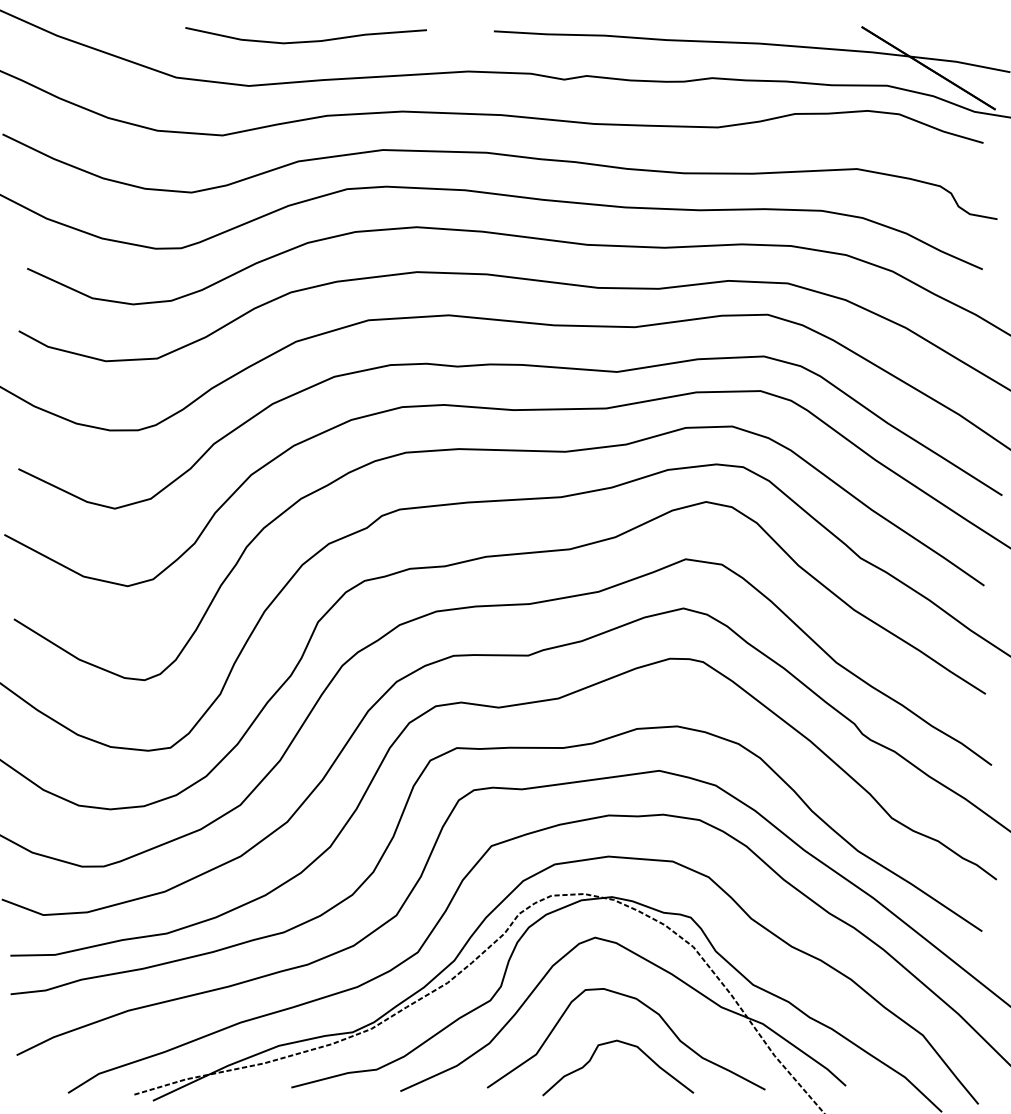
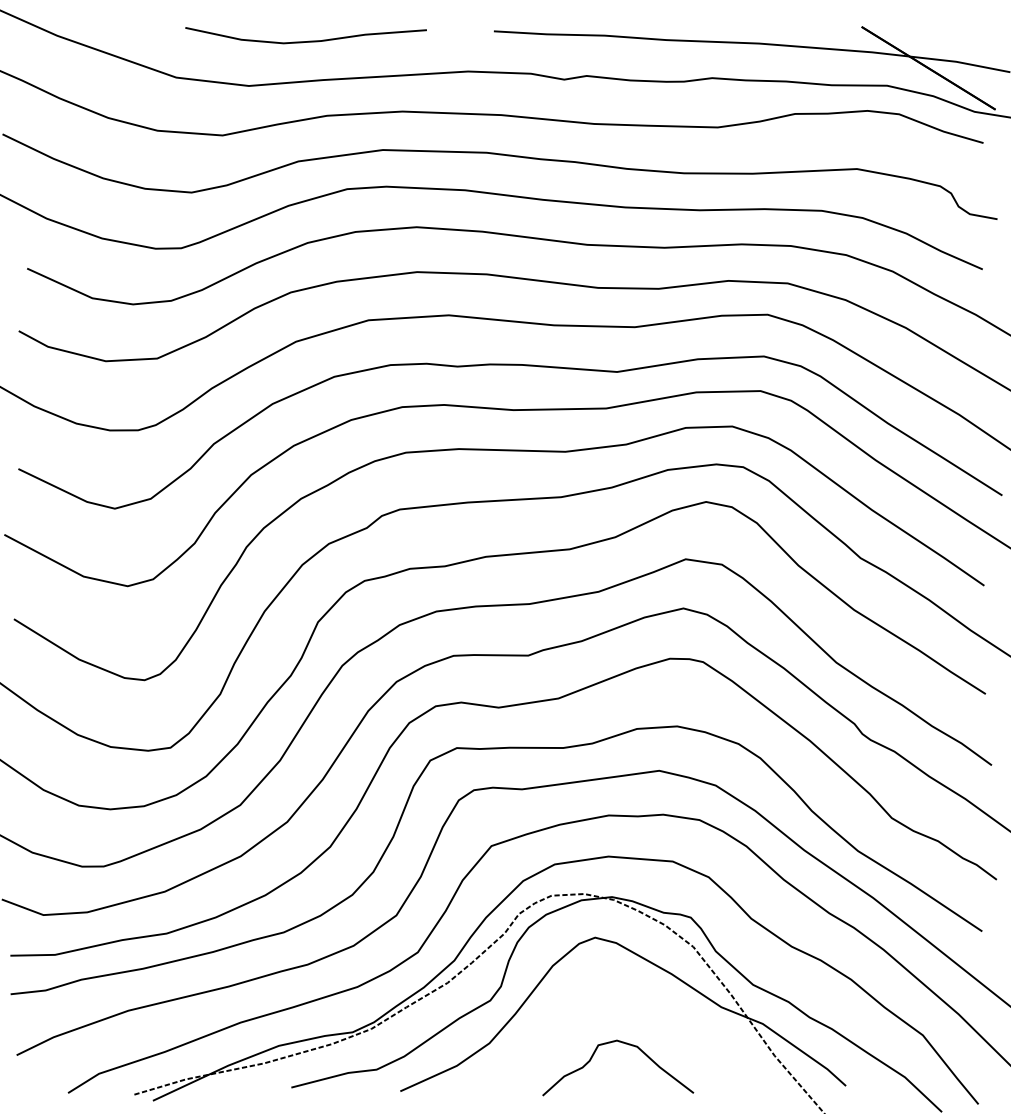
part at (649, 1009): present -> none
